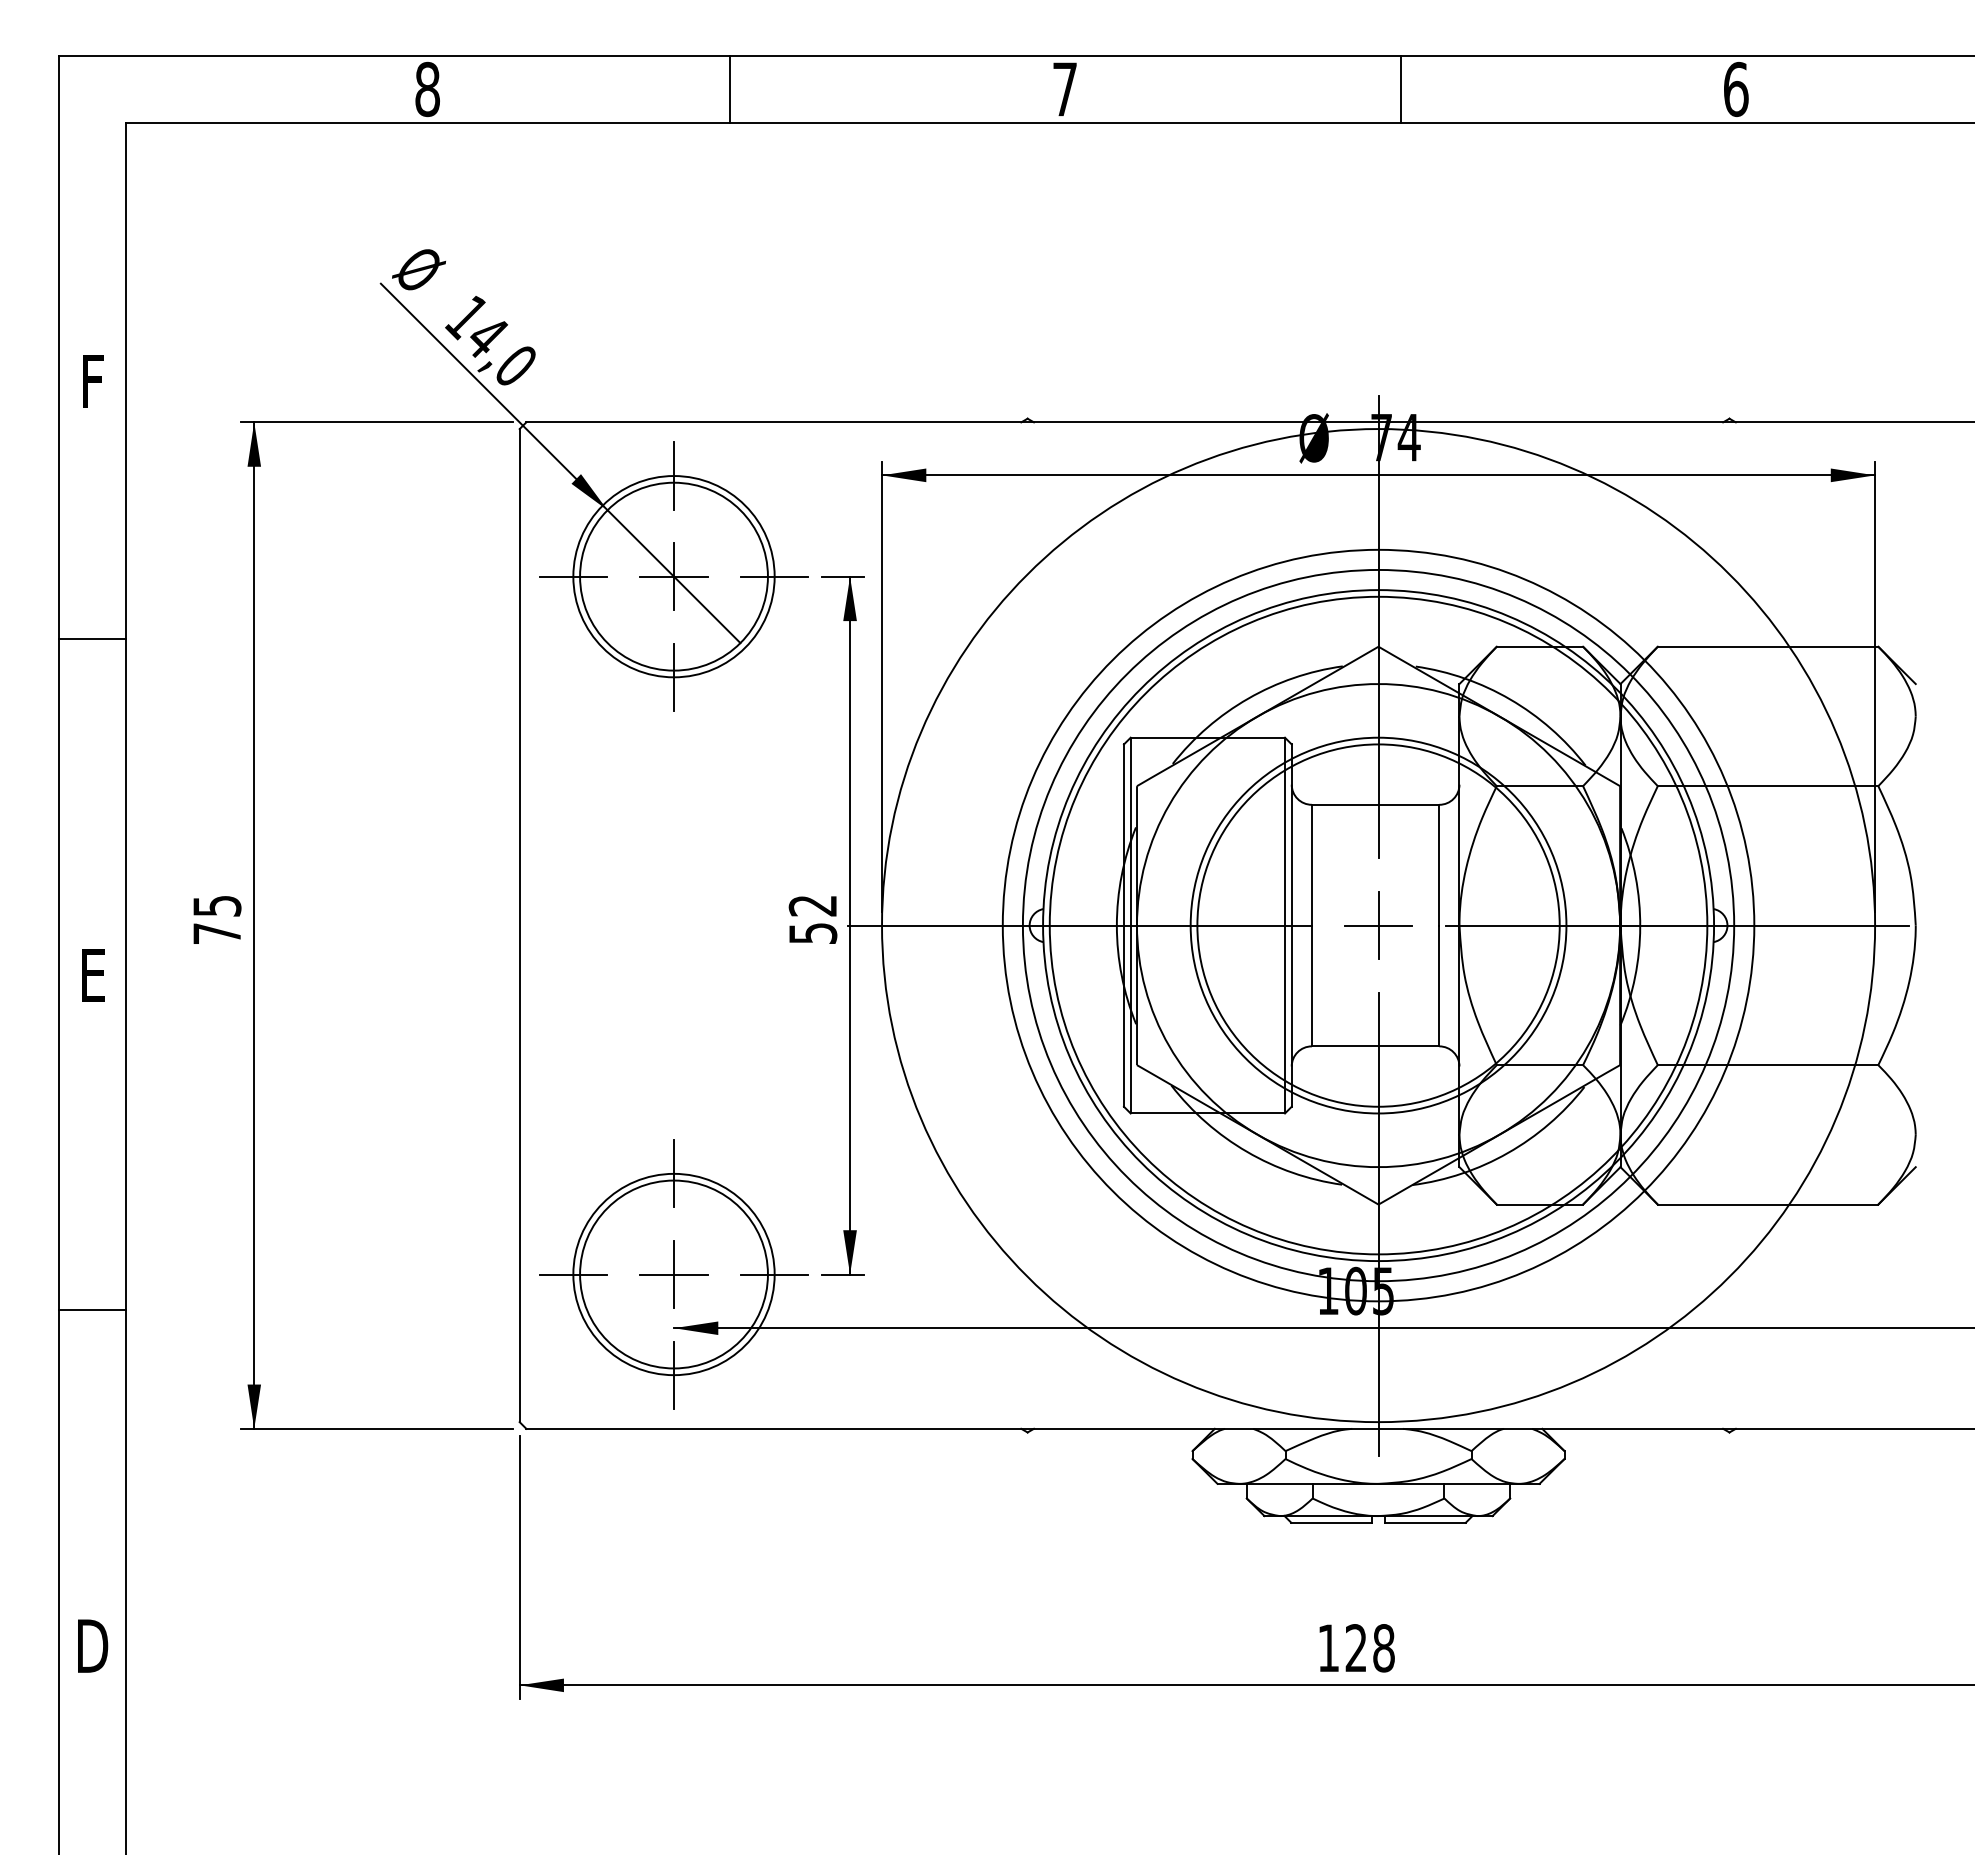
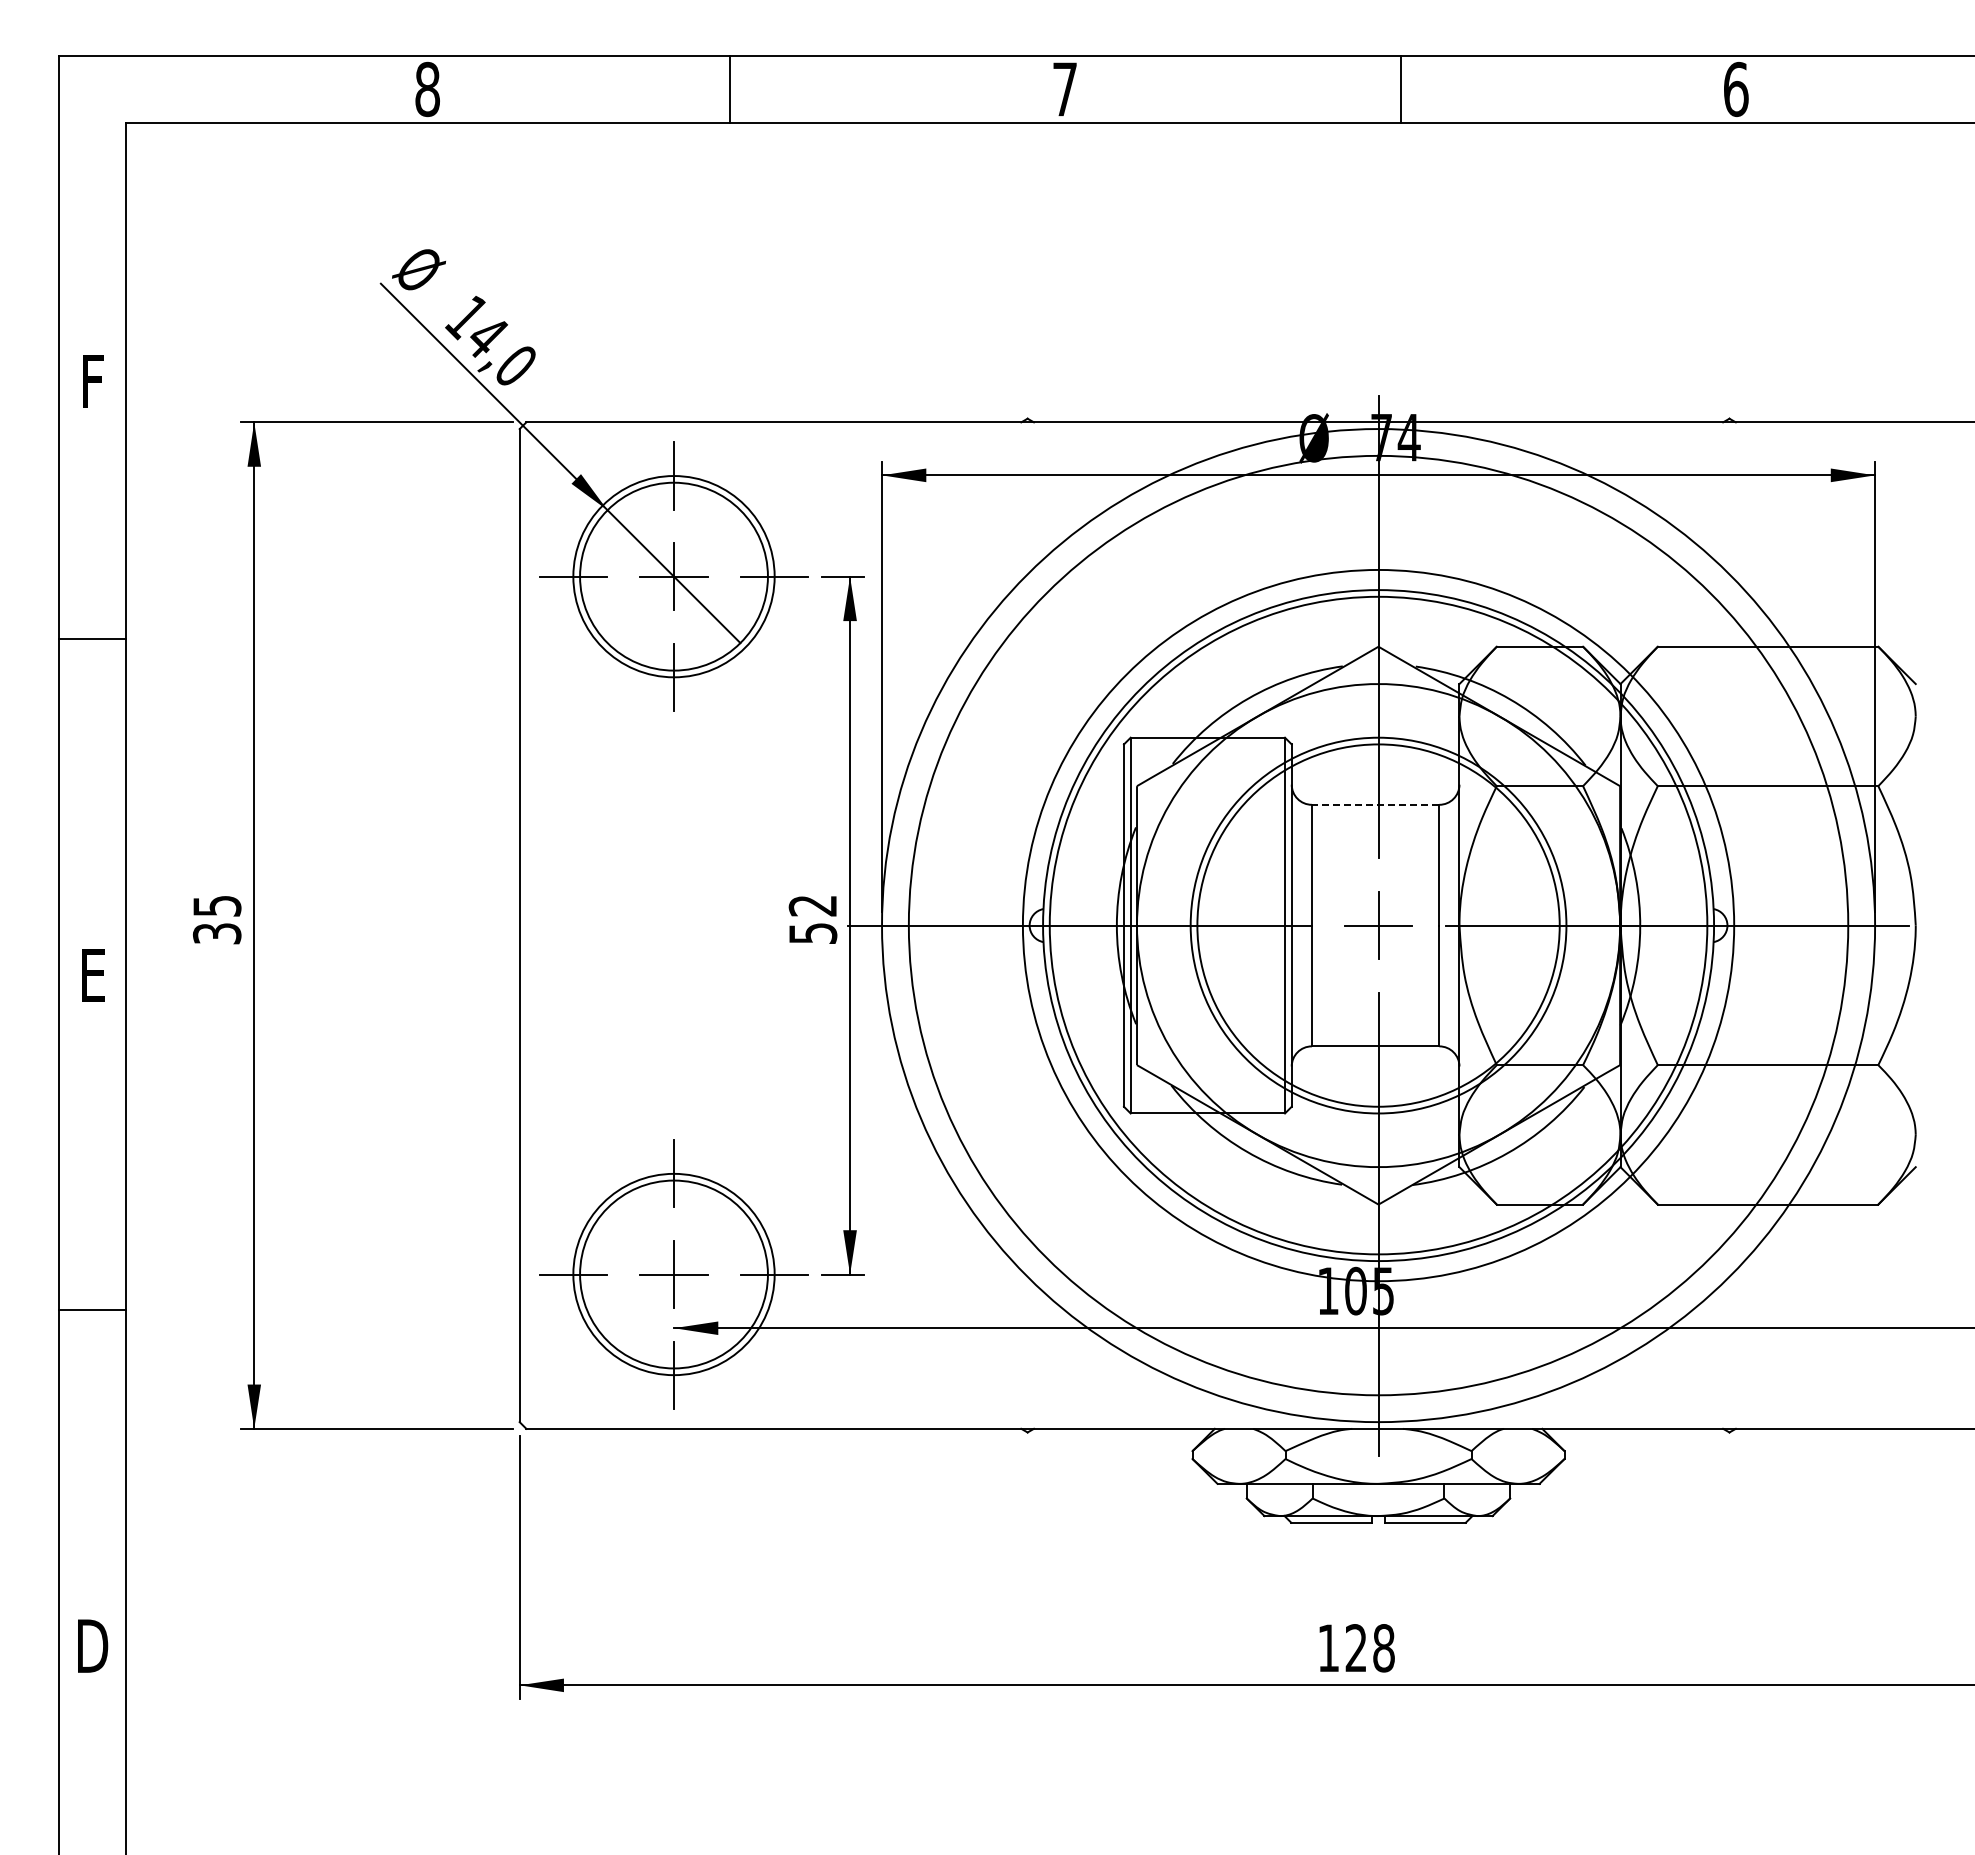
line at (1375, 804): solid -> dashed
circle at (1378, 925) diameter: 752 px -> 939 px
text at (216, 933): 75 -> 35
